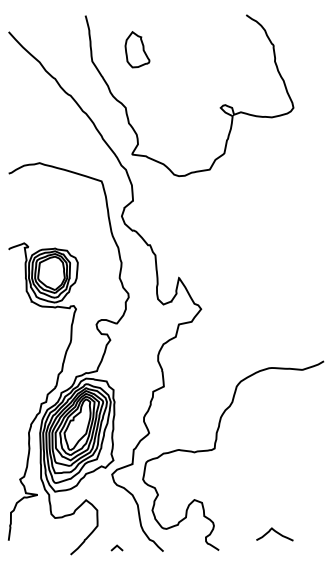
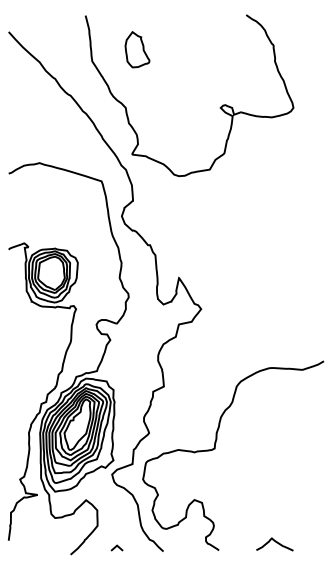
curve at (275, 532) position: (275, 532) -> (275, 542)
